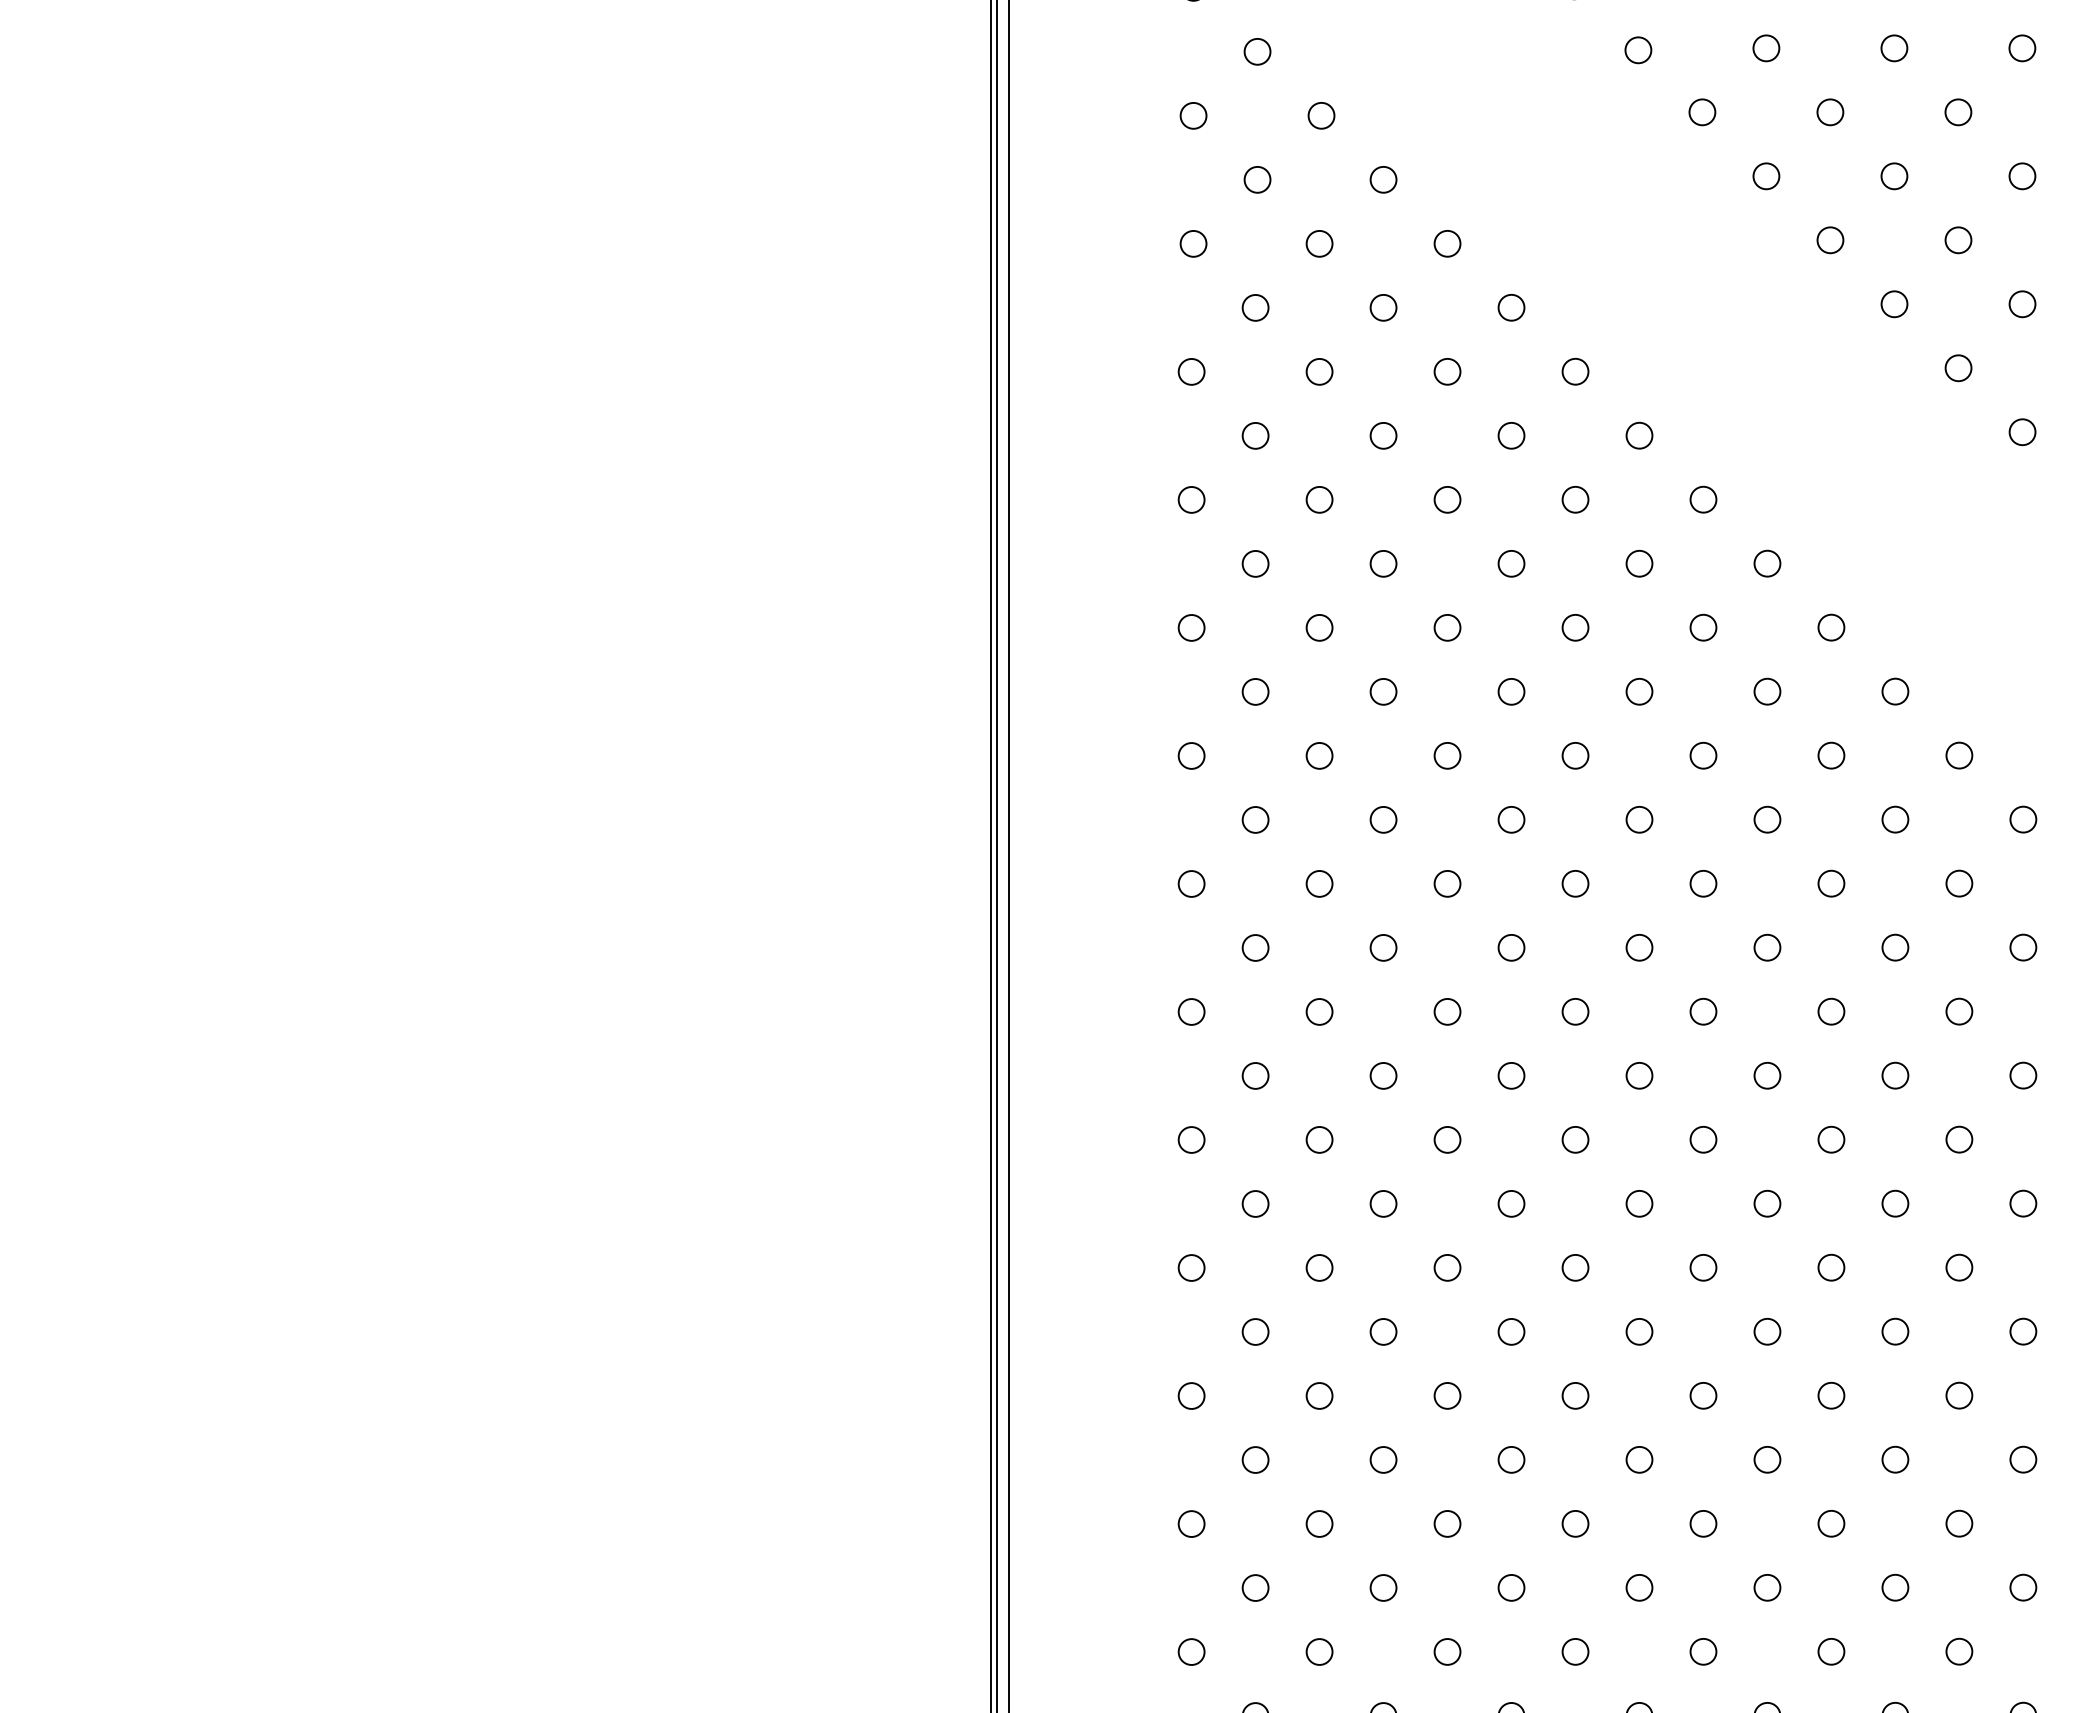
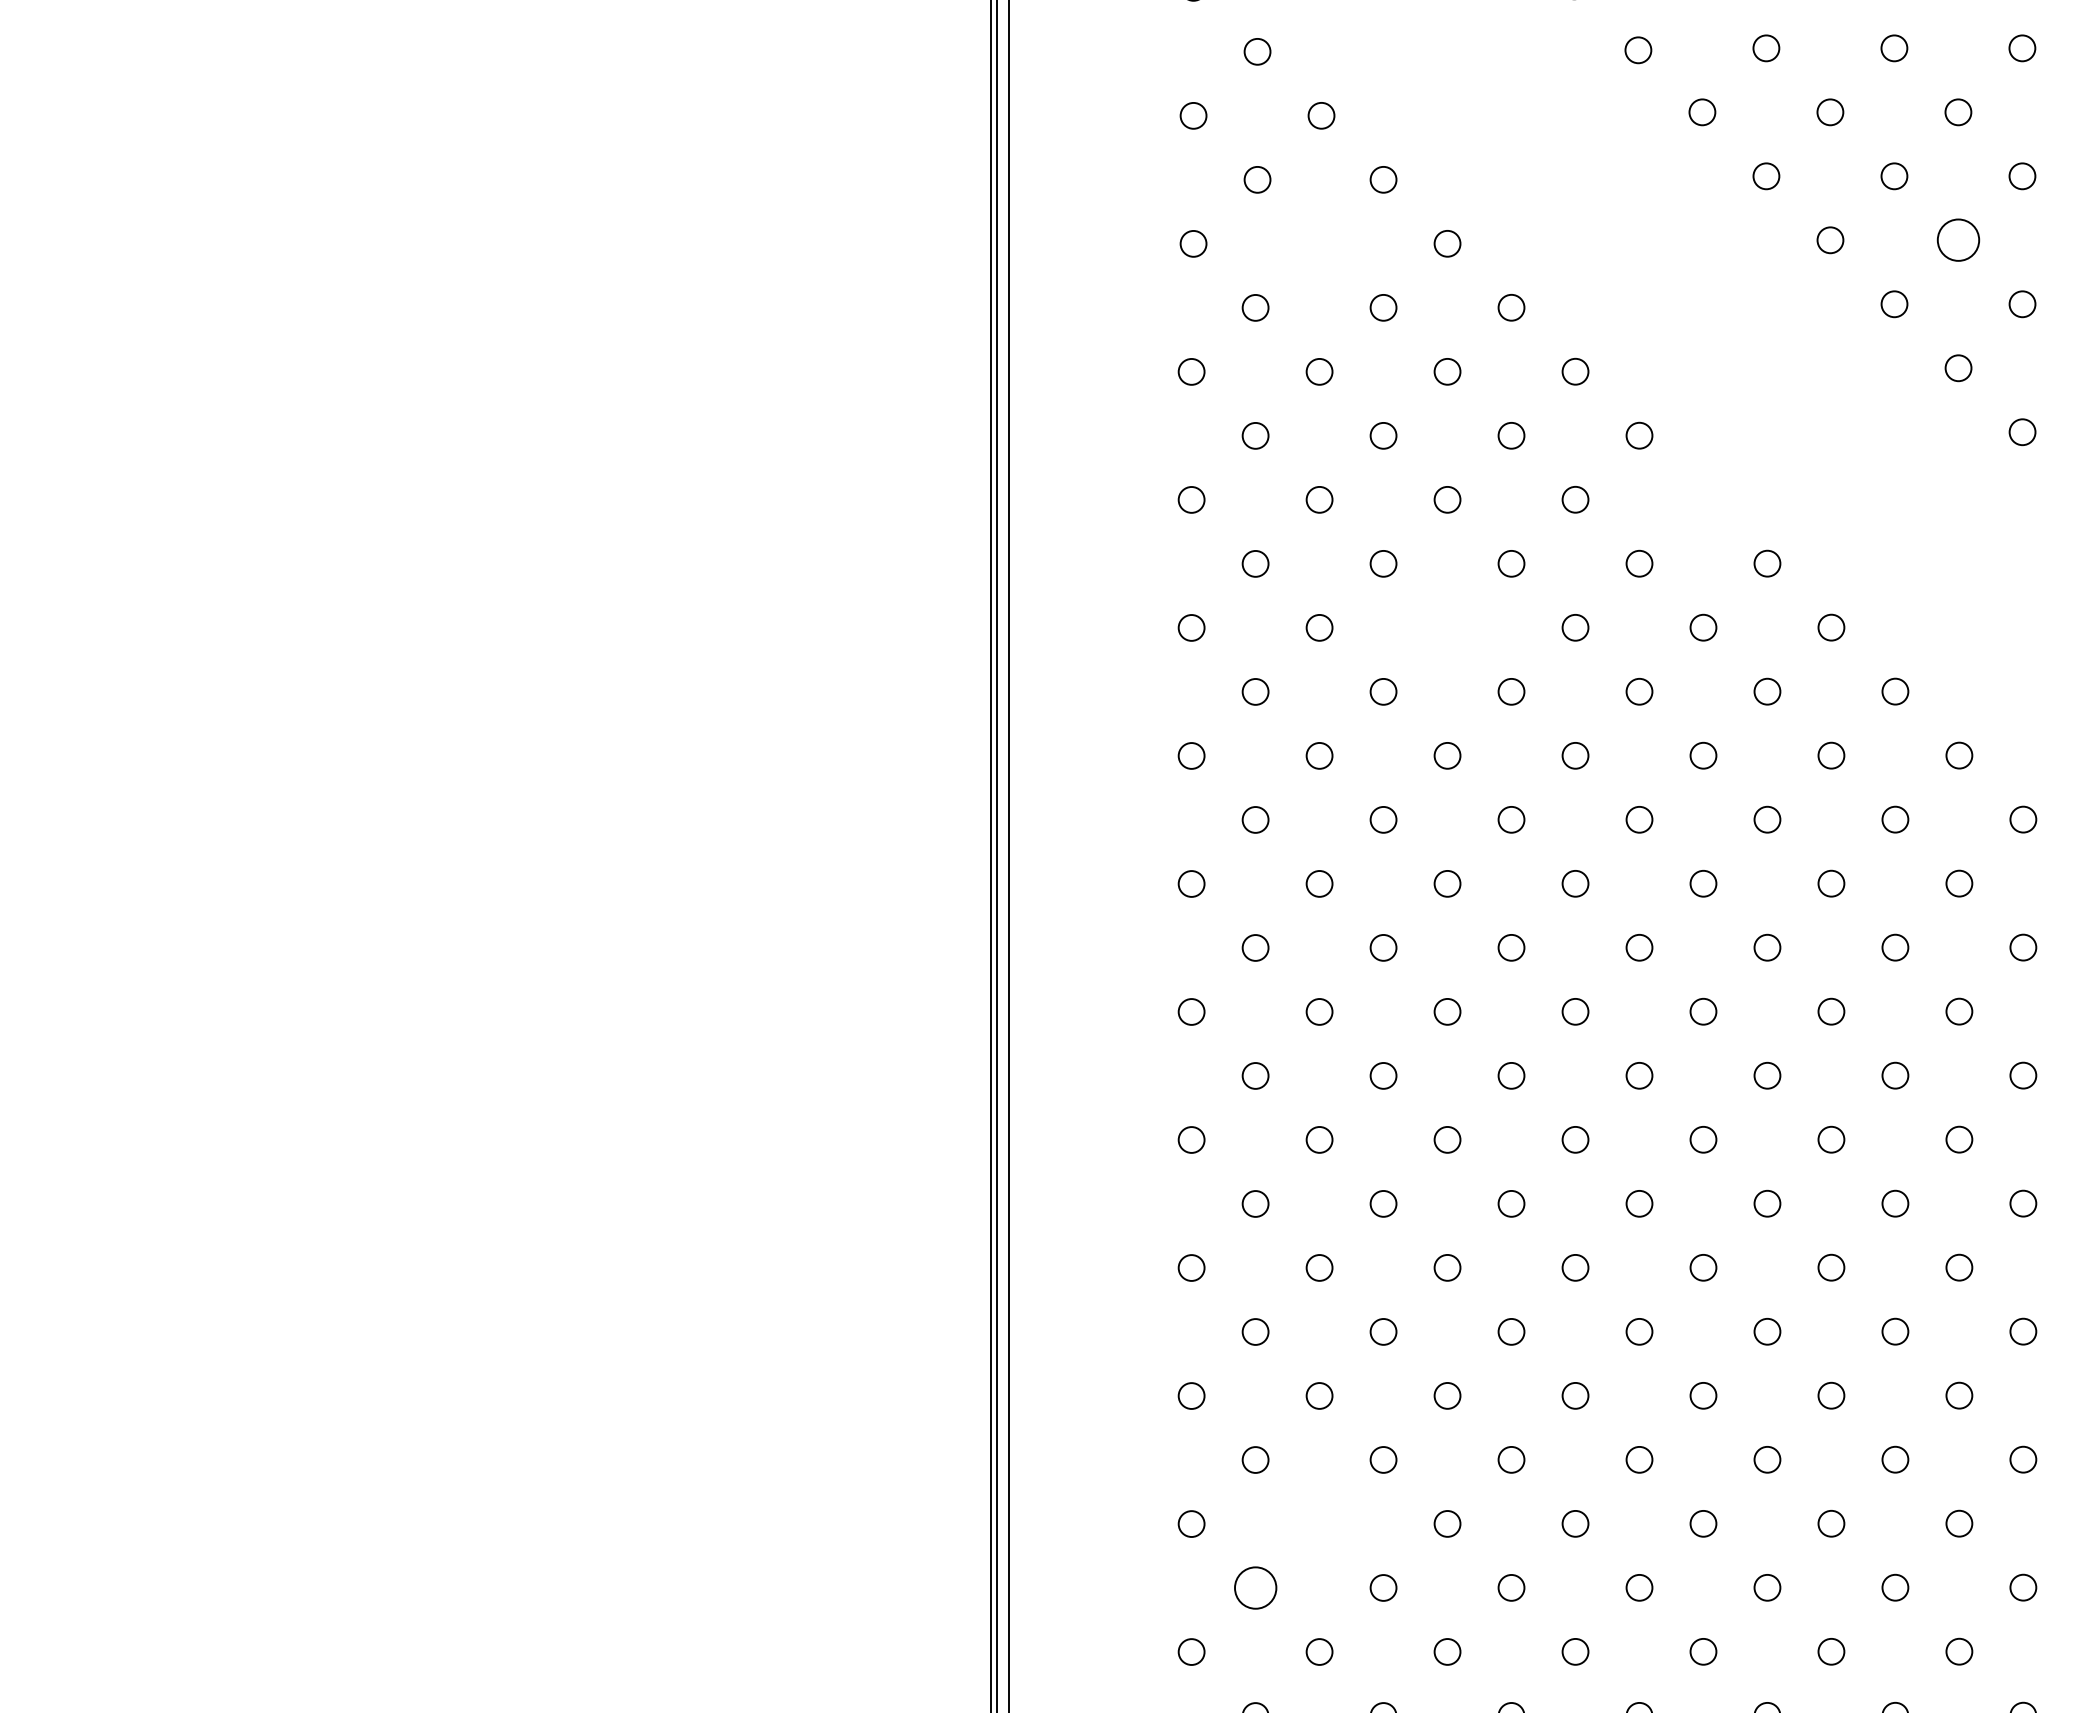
circle at (1958, 240) size: 29x29 px -> 45x44 px
circle at (1319, 243): present -> none
circle at (1703, 499): present -> none
circle at (1447, 627): present -> none
circle at (1319, 1523): present -> none
circle at (1255, 1587) size: 29x28 px -> 44x44 px
